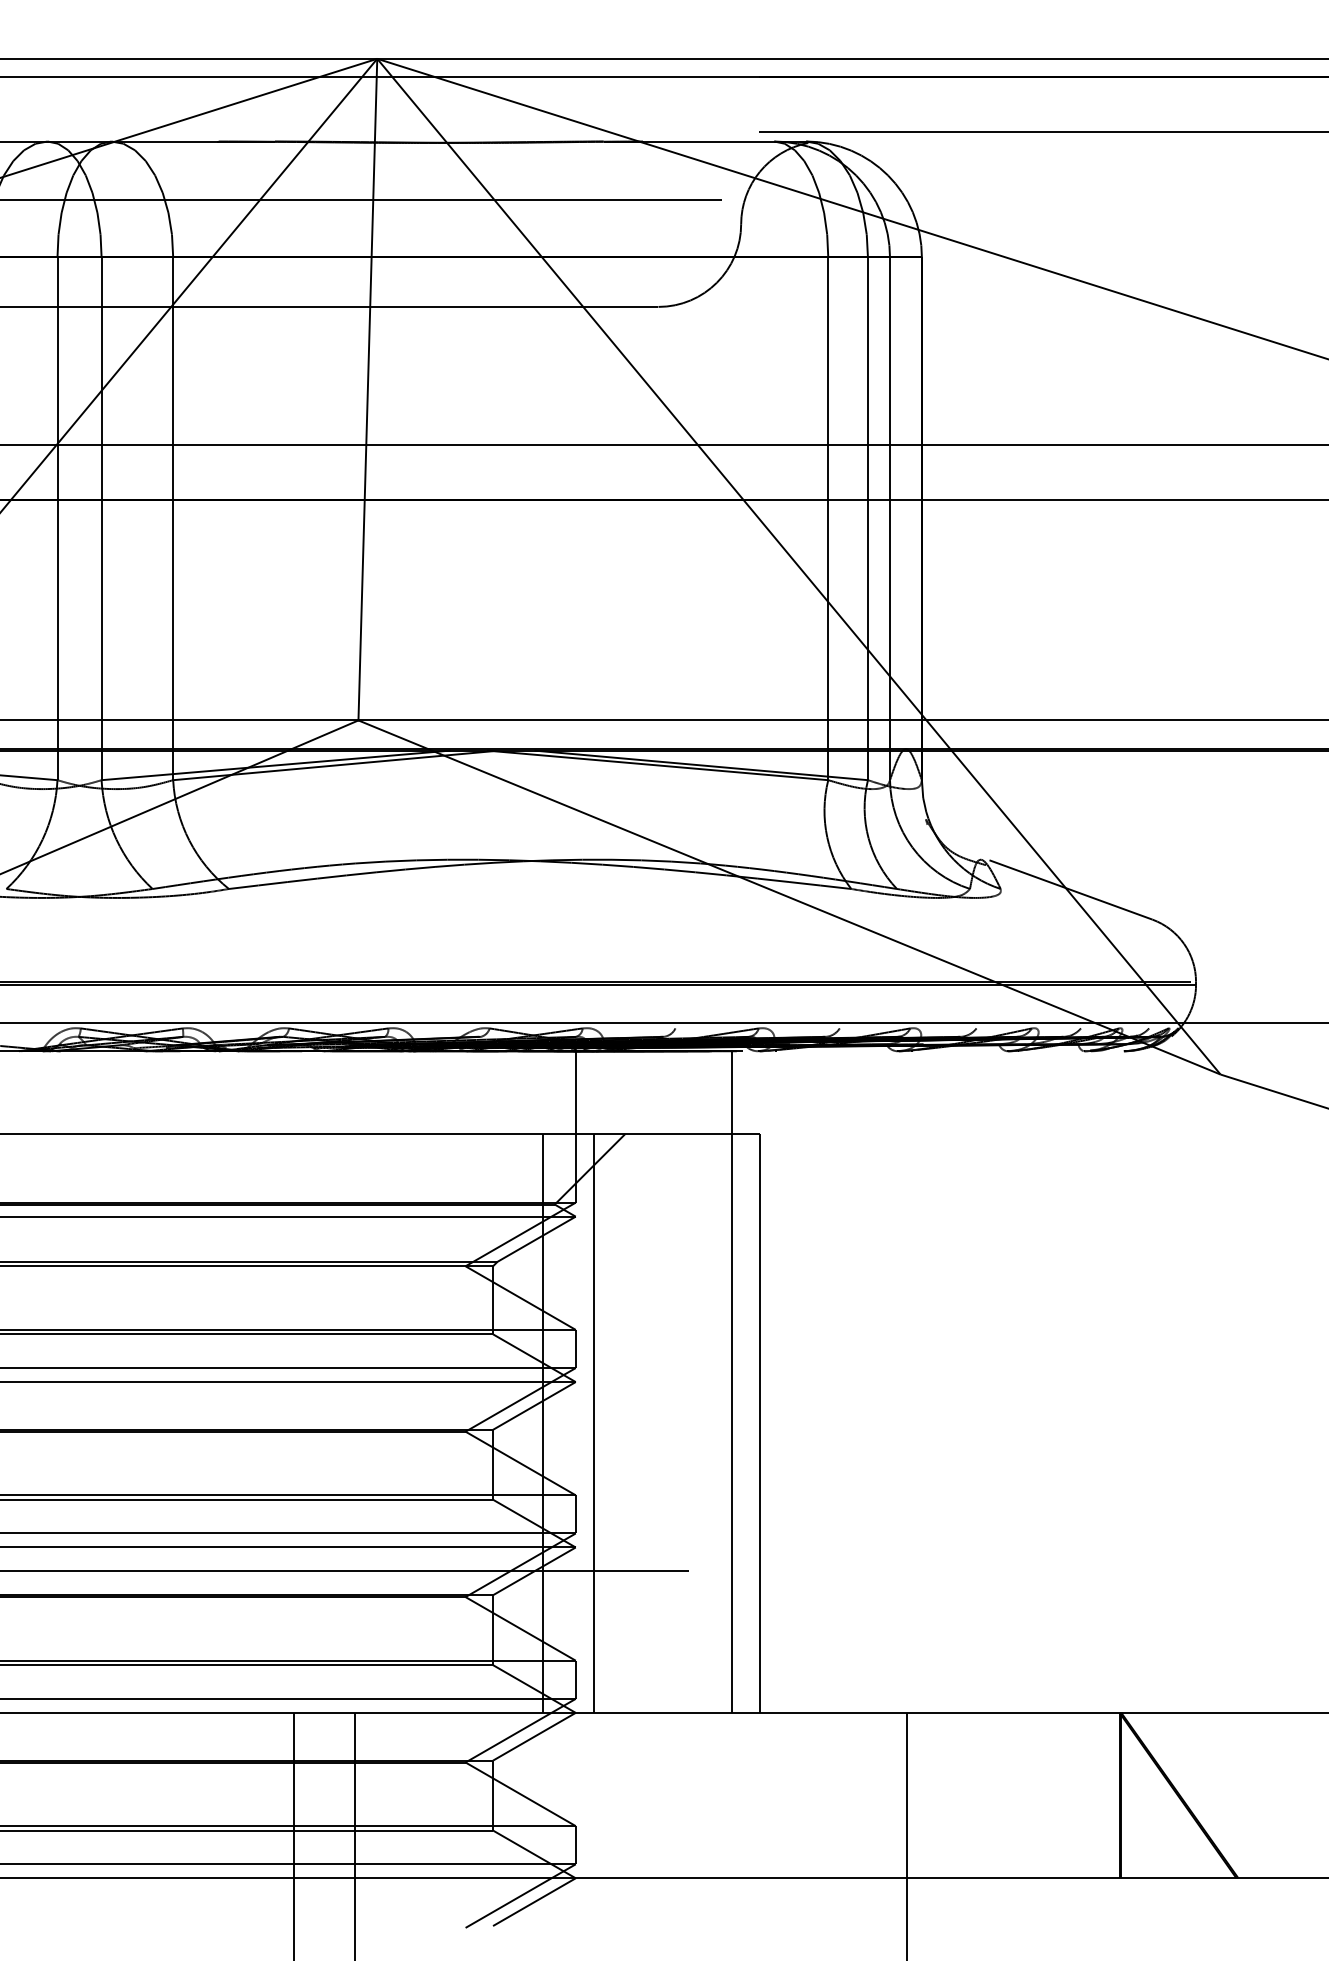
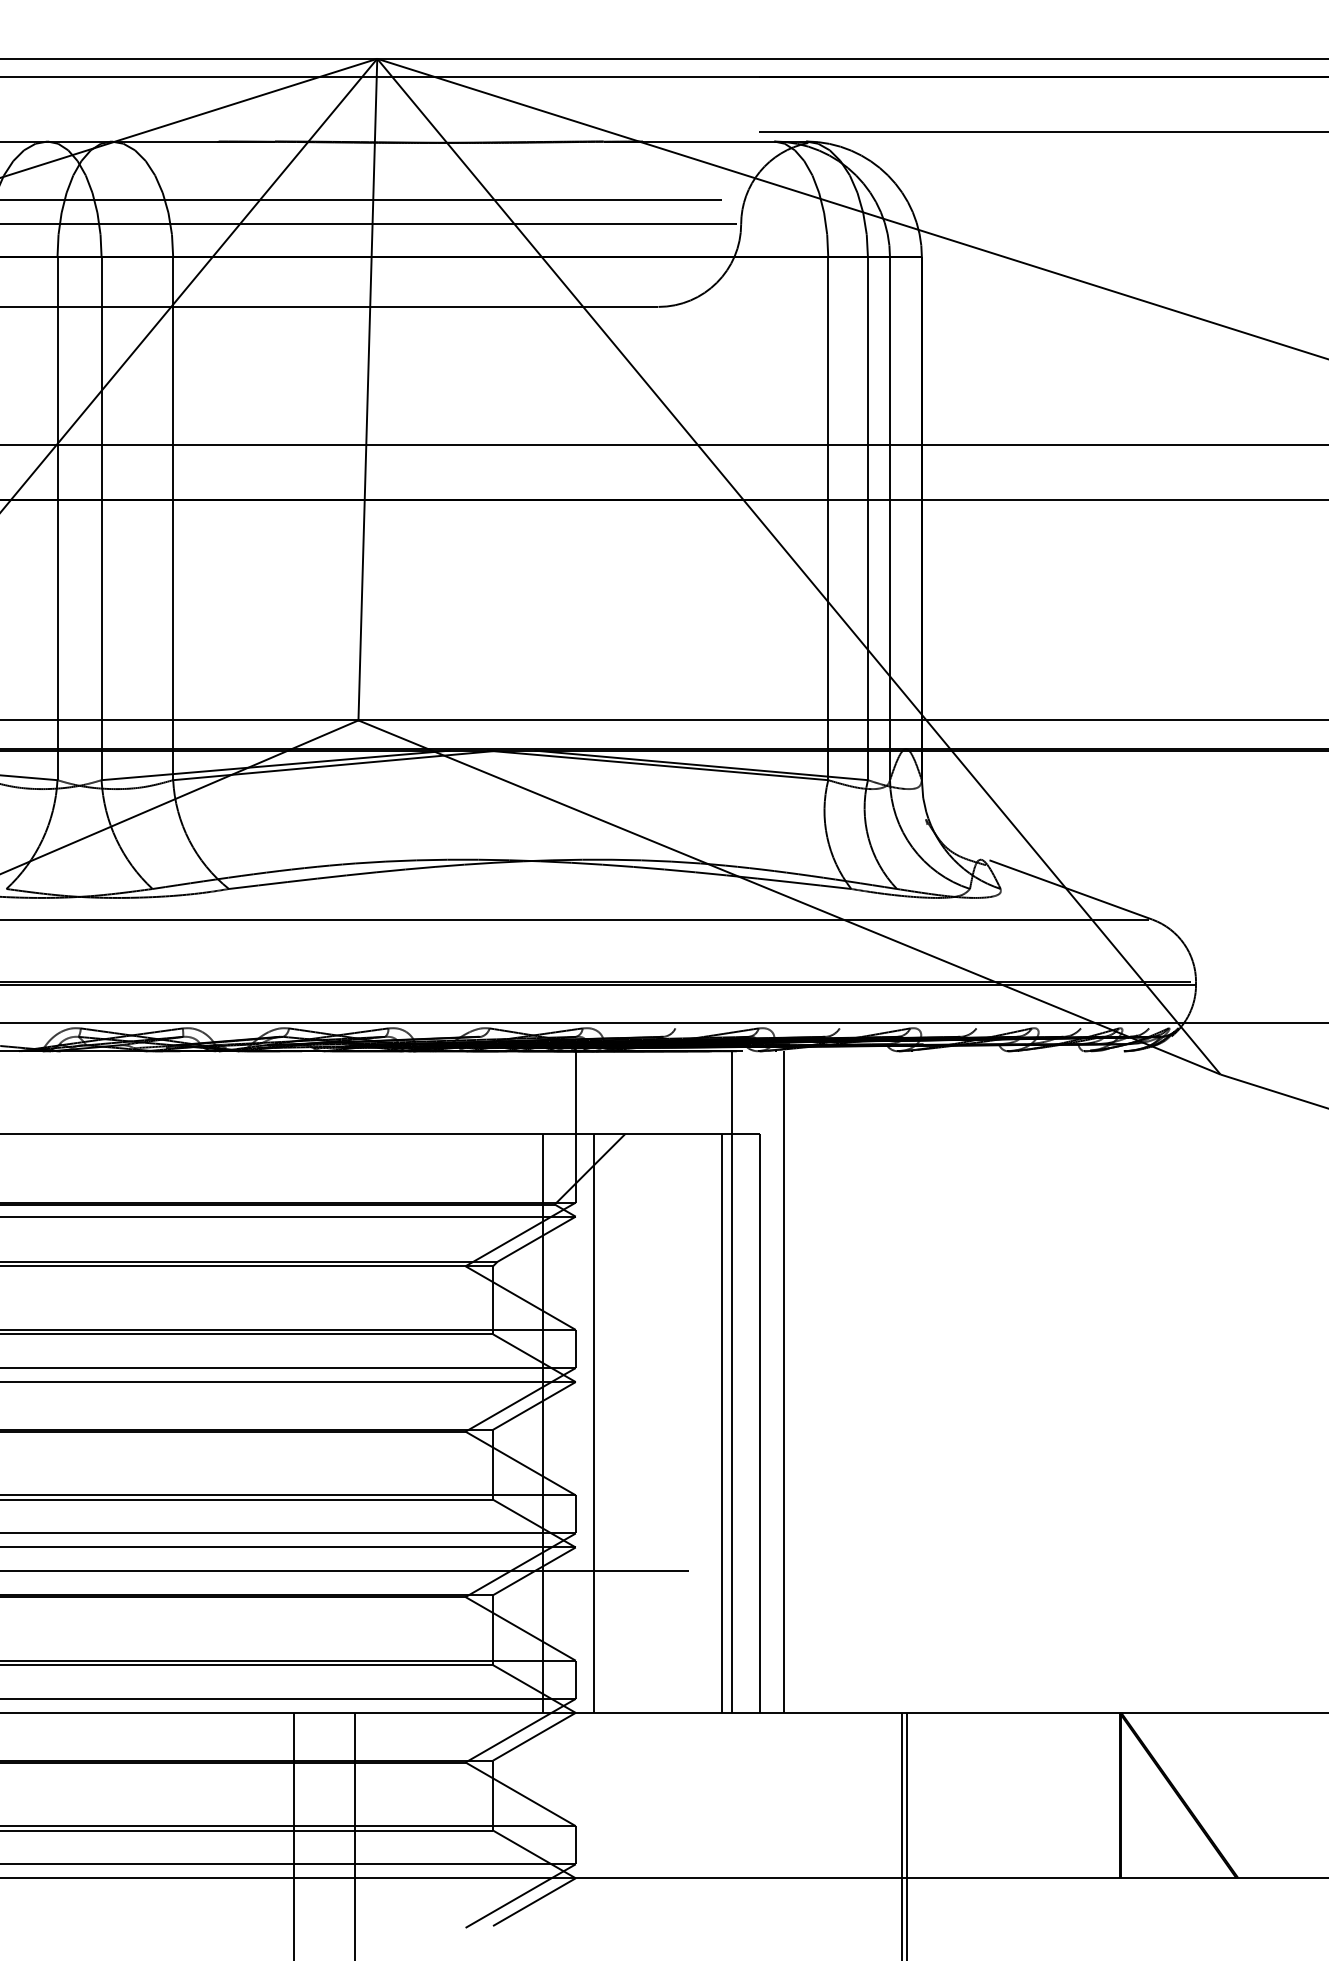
line at (369, 224): none -> present
line at (575, 919): none -> present
line at (783, 1381): none -> present
line at (721, 1422): none -> present
line at (902, 1834): none -> present
